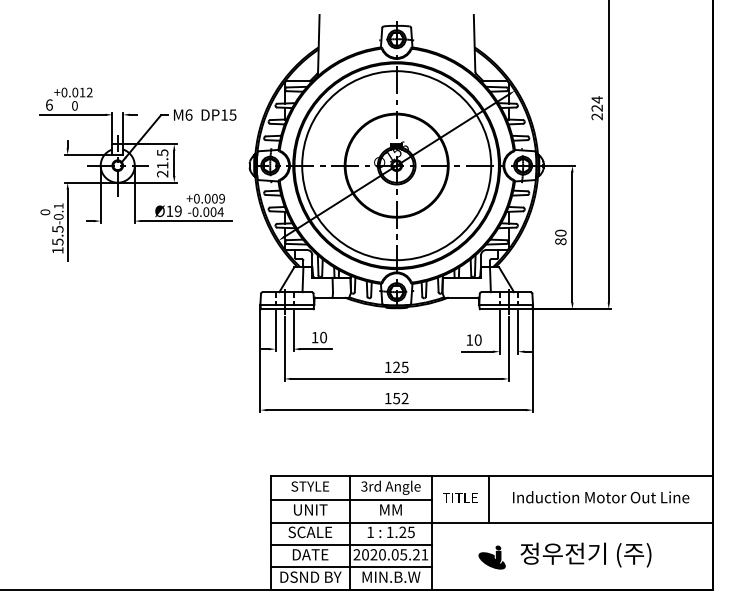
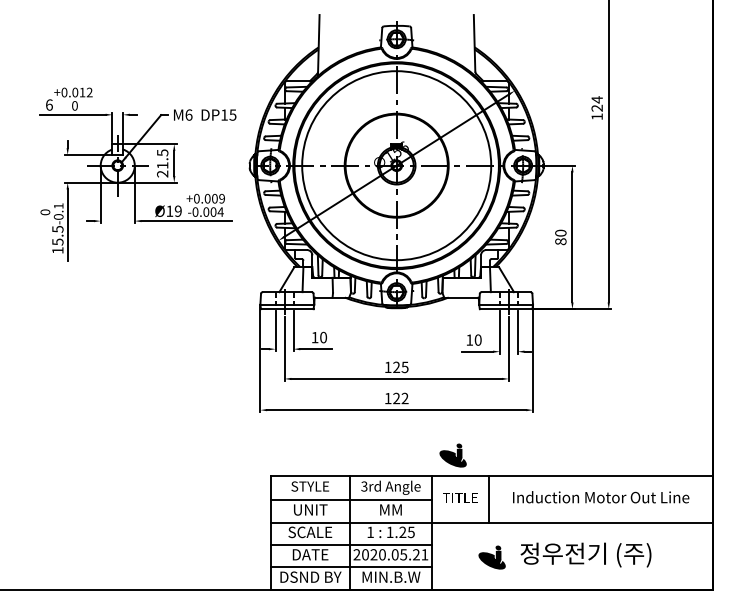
text at (596, 116): 224 -> 124
text at (396, 398): 152 -> 122
part at (452, 455): none -> present
